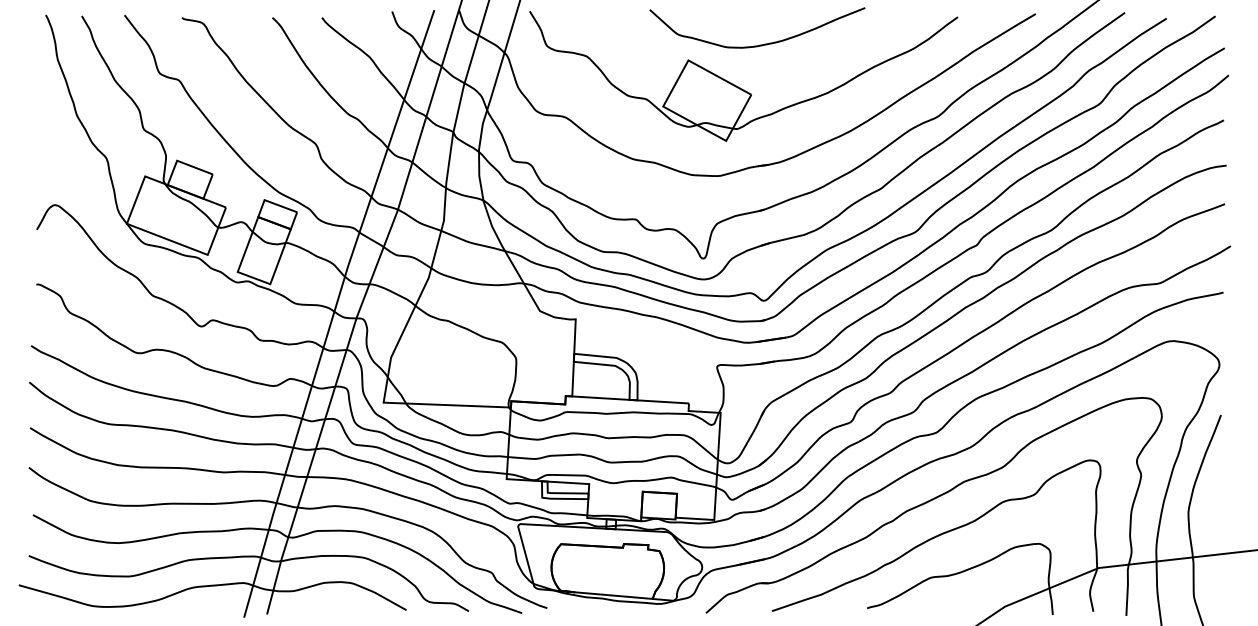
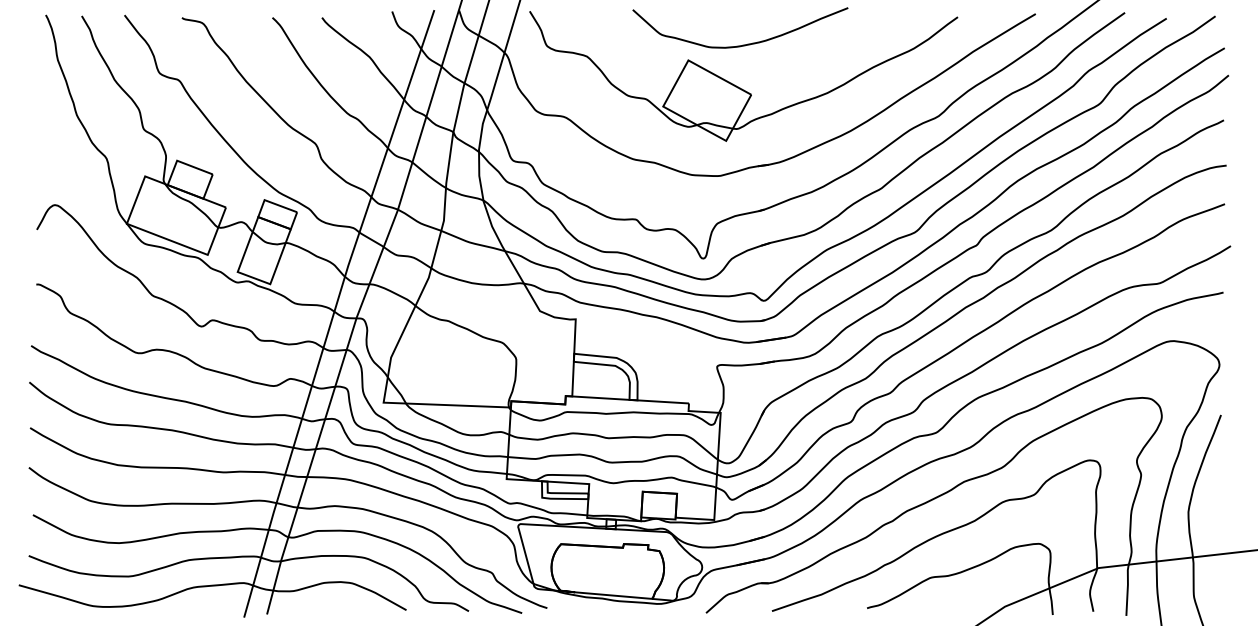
curve at (759, 44) position: (759, 44) -> (742, 44)
